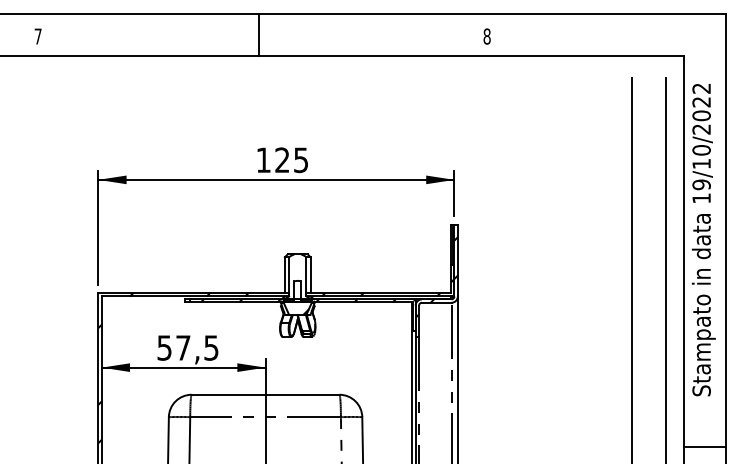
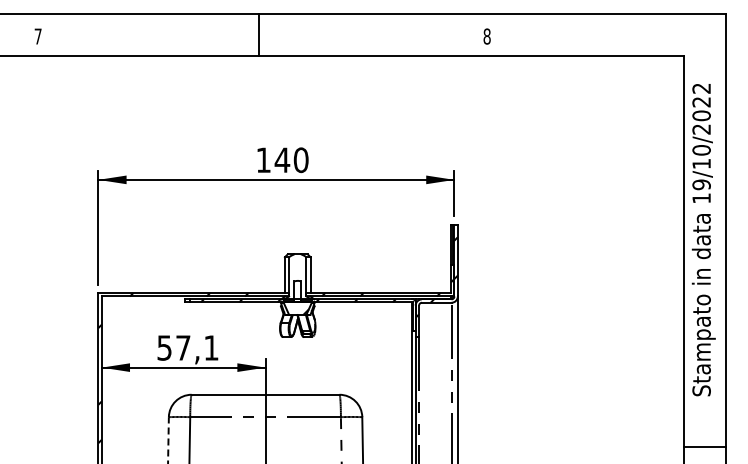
text at (291, 160): 125 -> 140
line at (631, 269): present -> none
line at (666, 269): present -> none
text at (211, 347): 57,5 -> 57,1
line at (168, 440): solid -> dashed
